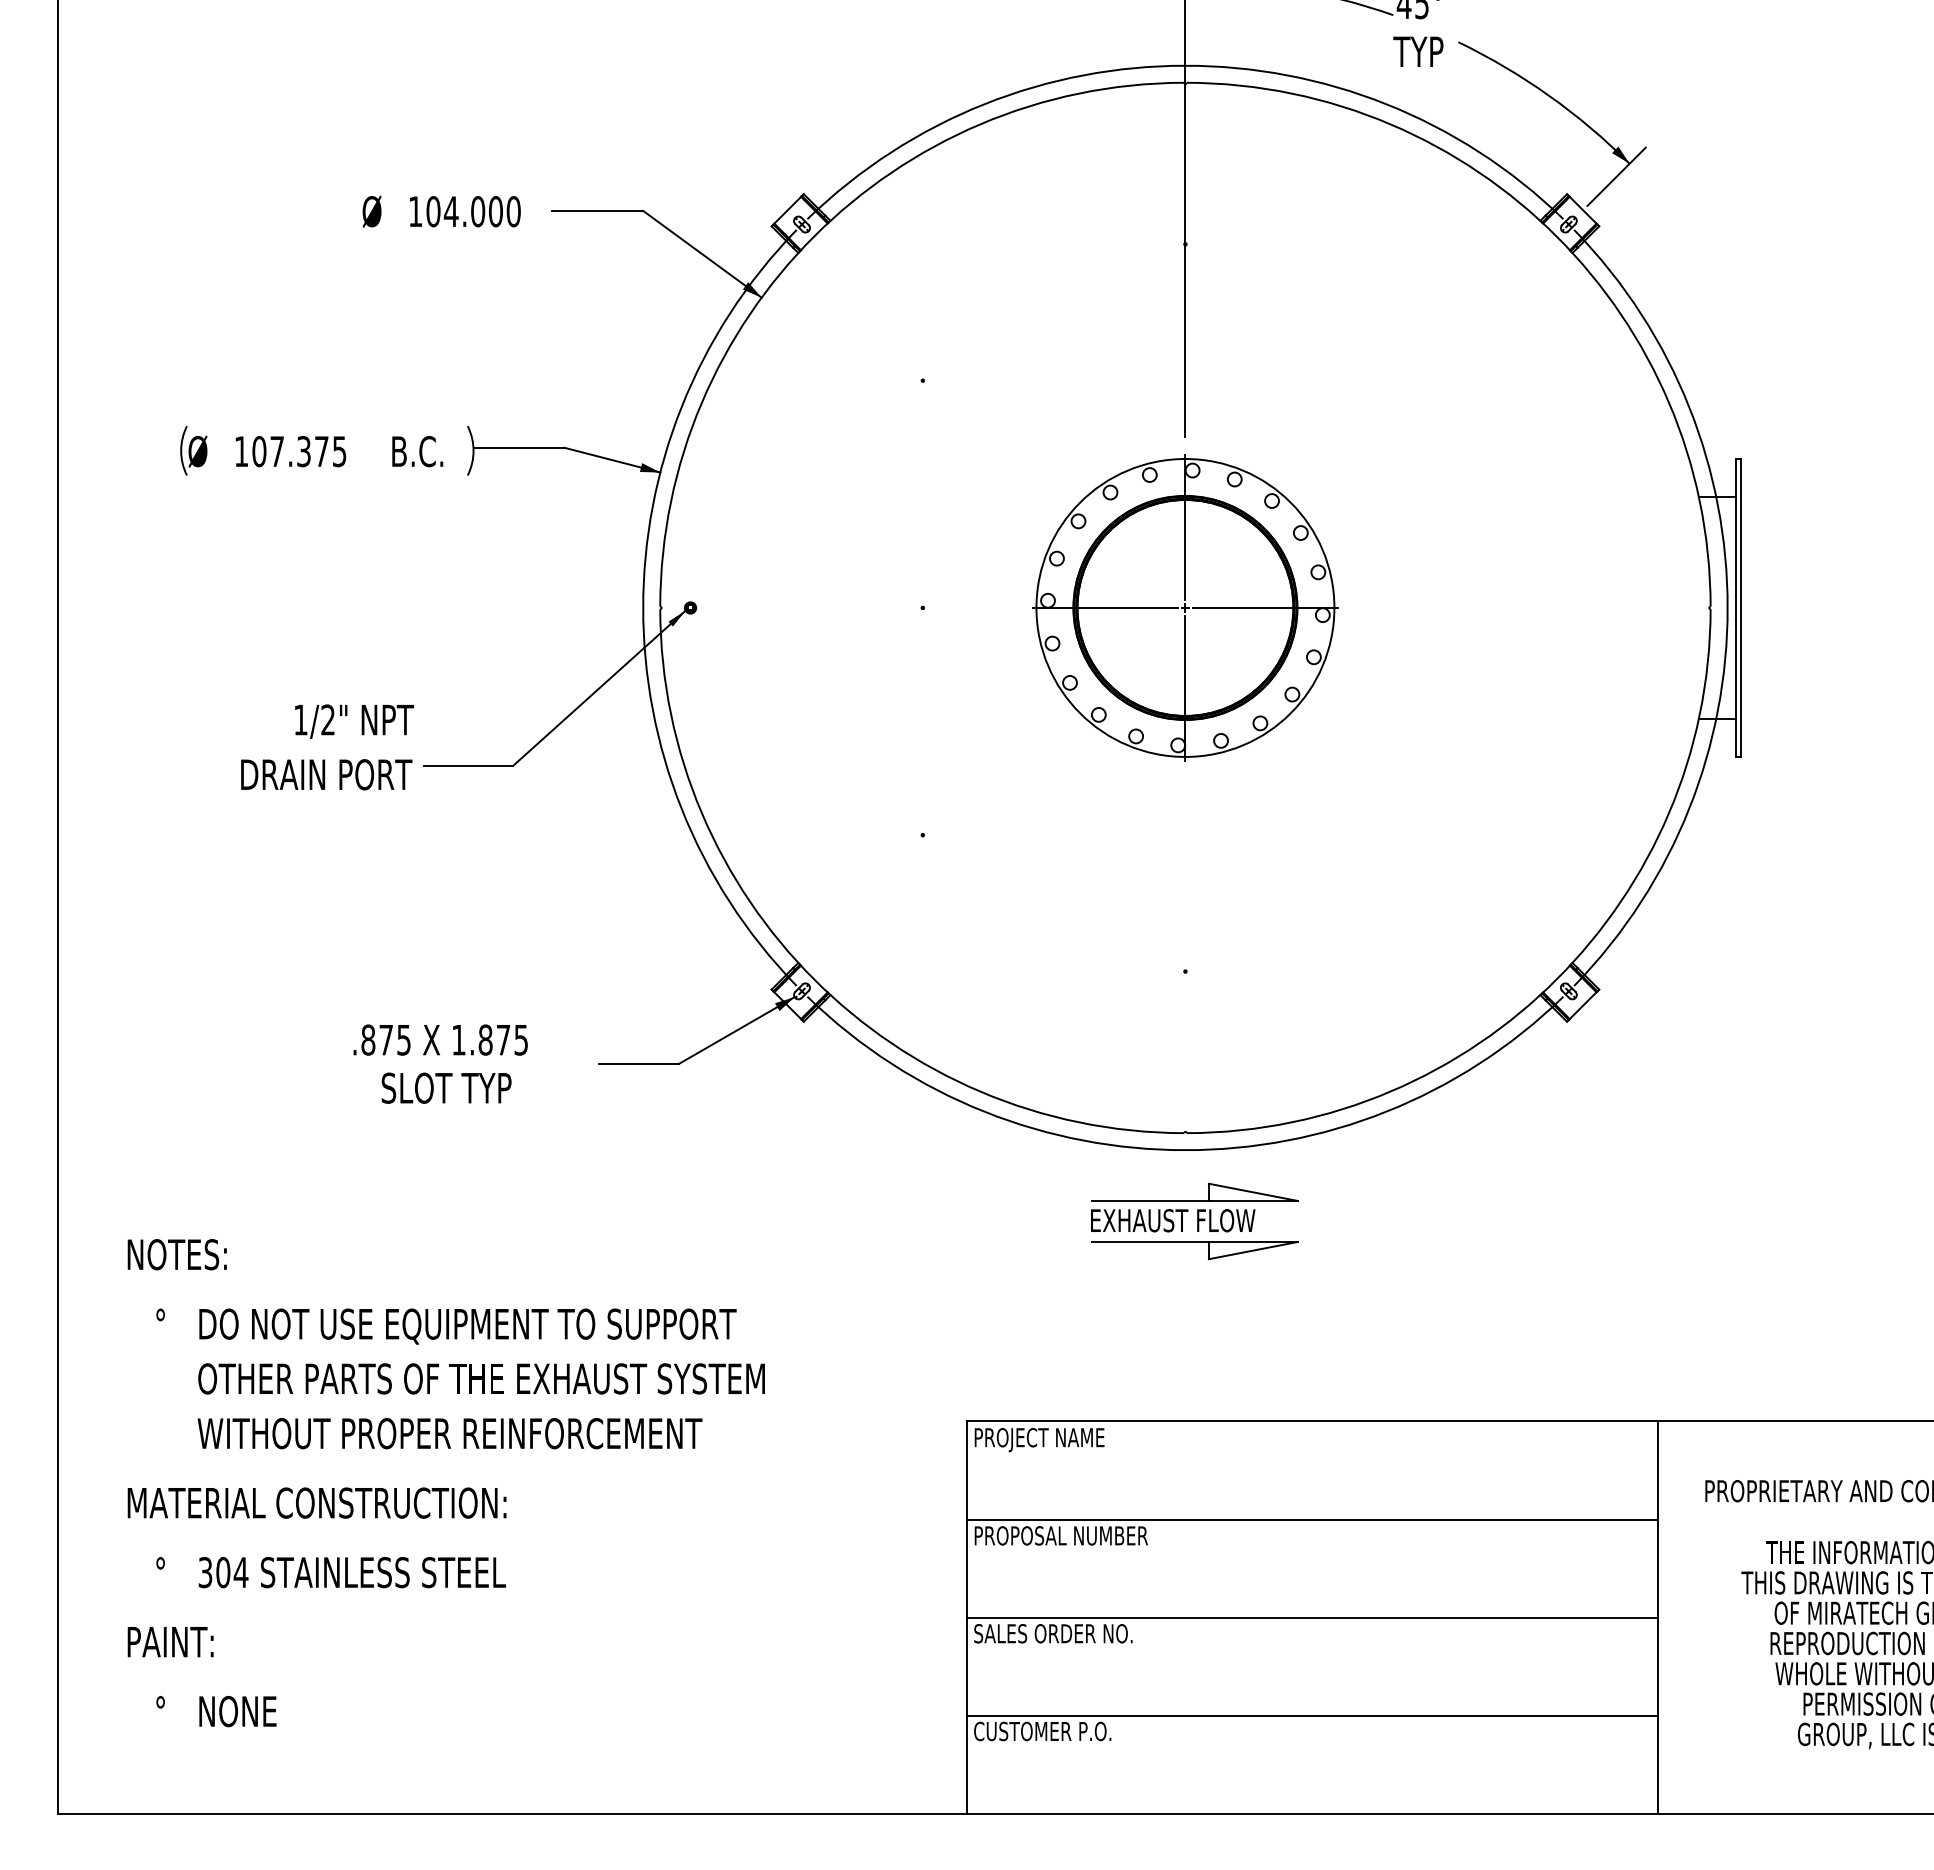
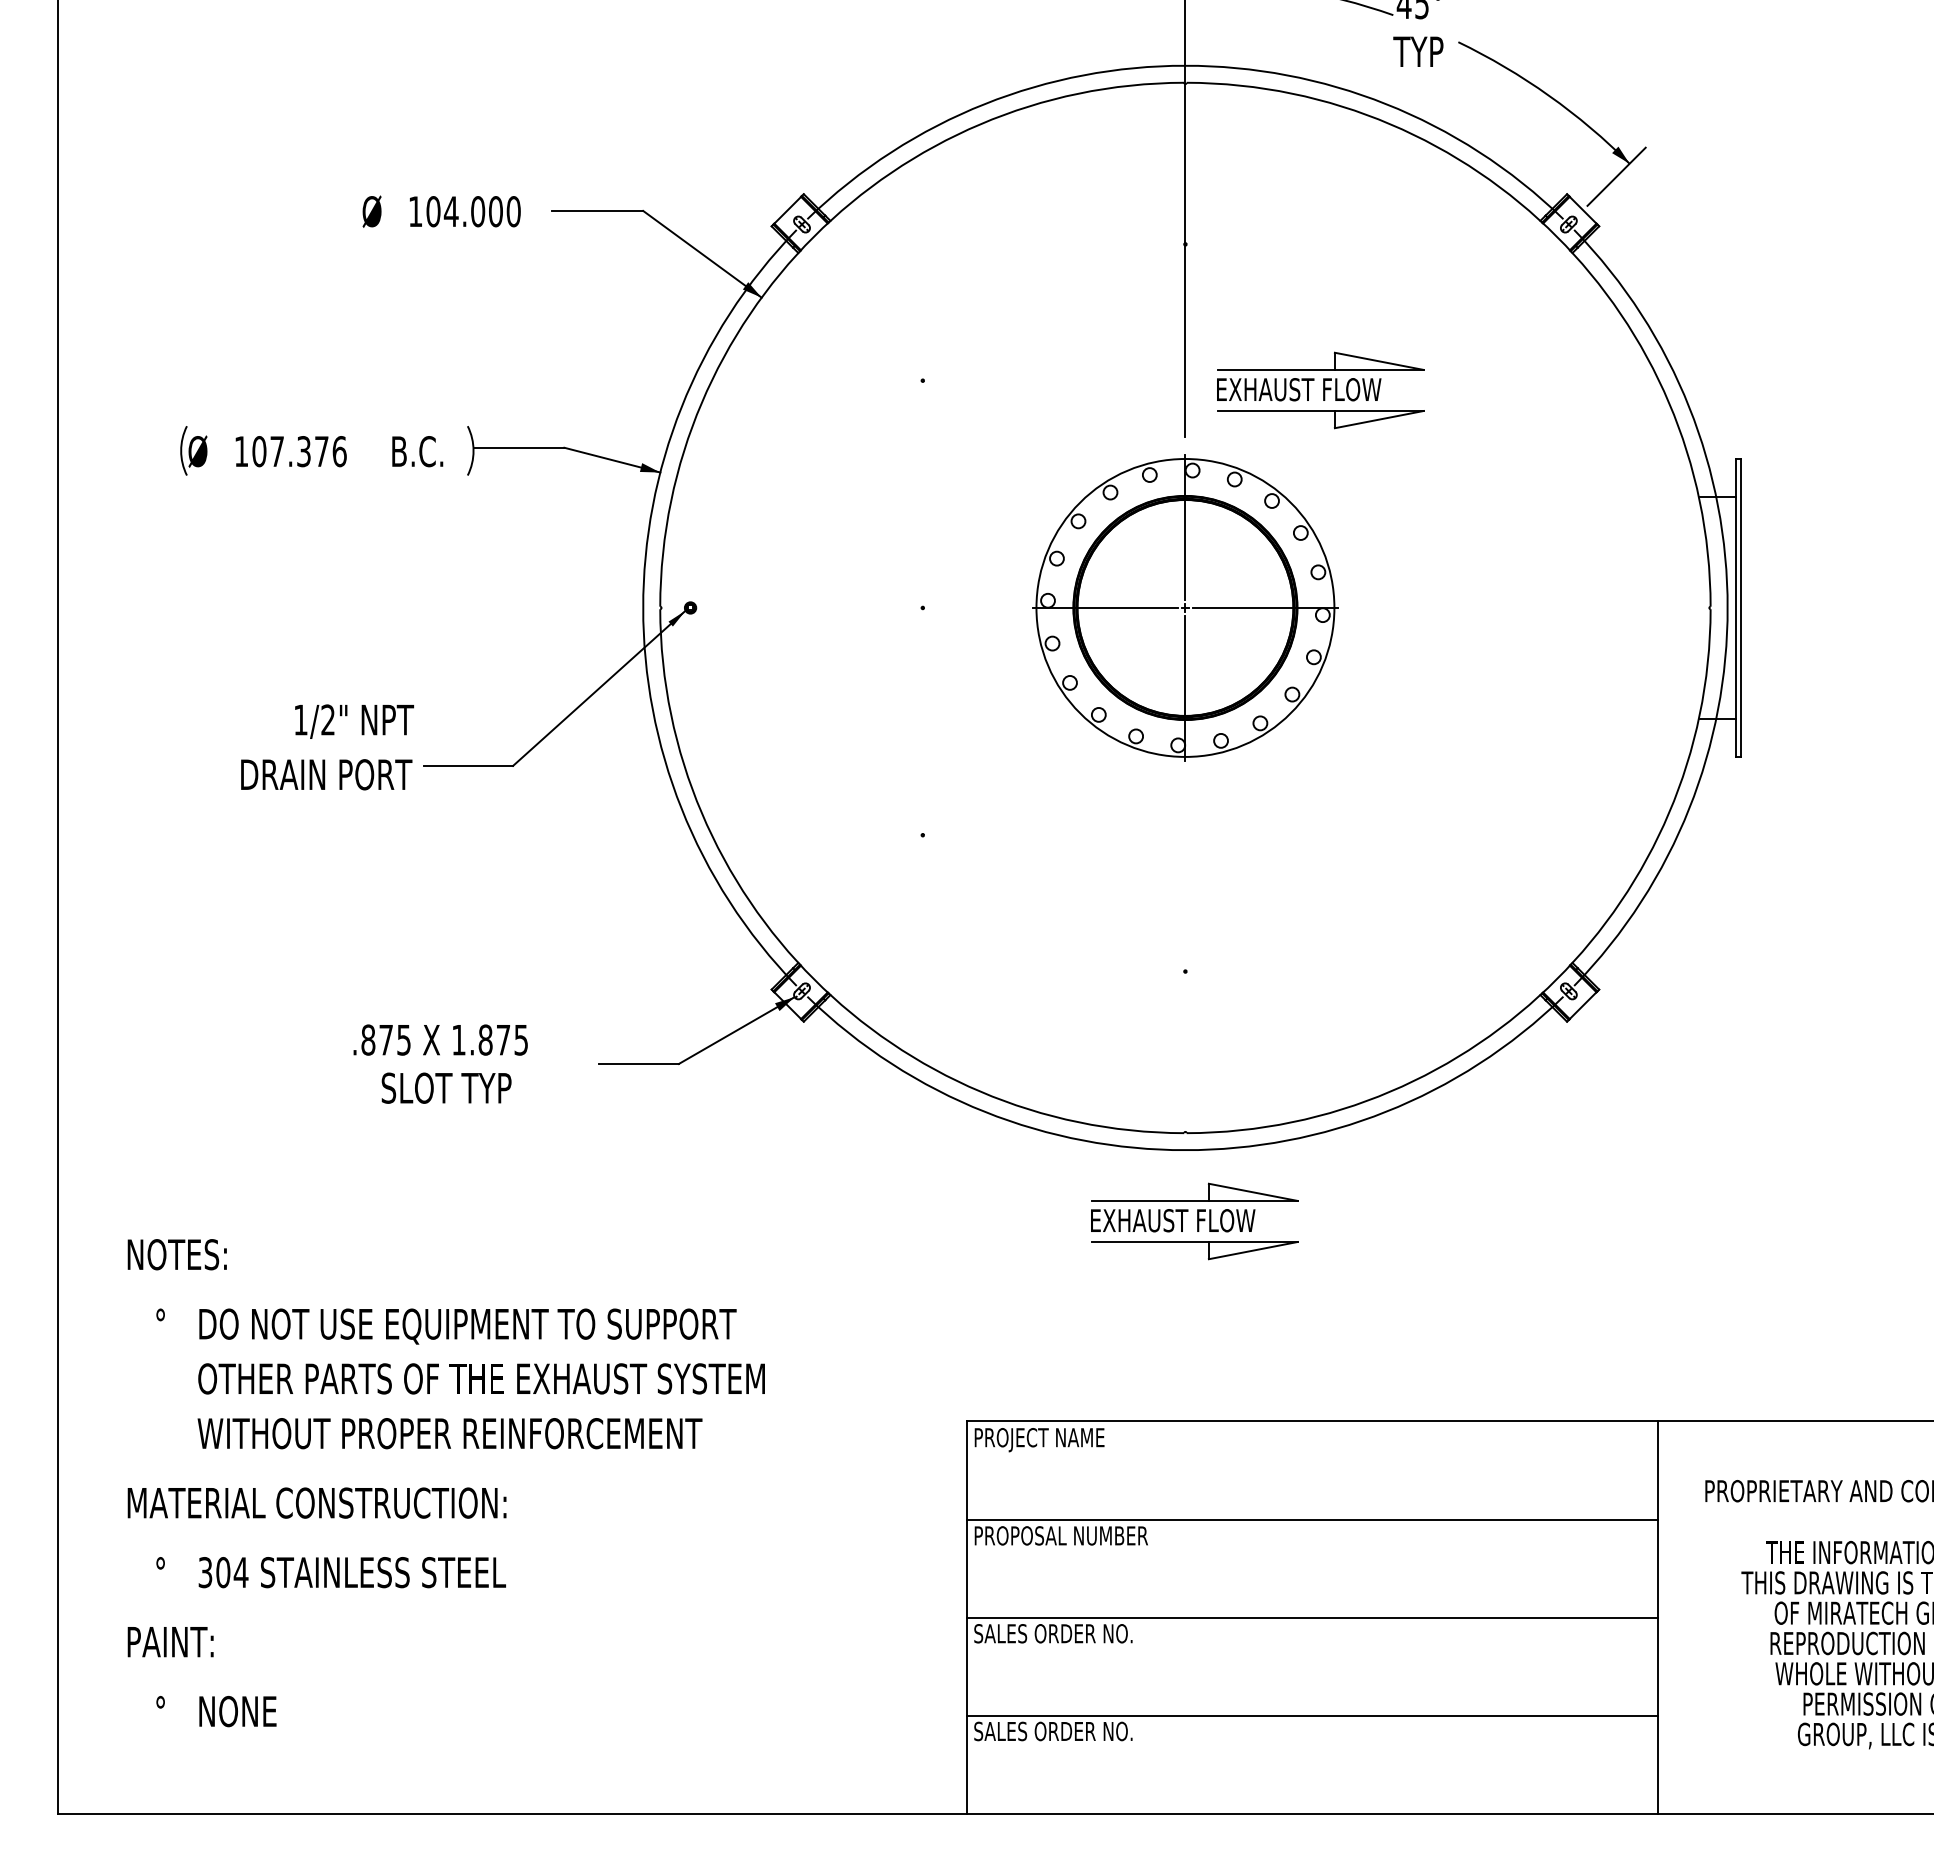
part at (1320, 390): none -> present
text at (339, 451): 107.375 -> 107.376
text at (1053, 1731): CUSTOMER P.O. -> SALES ORDER NO.
